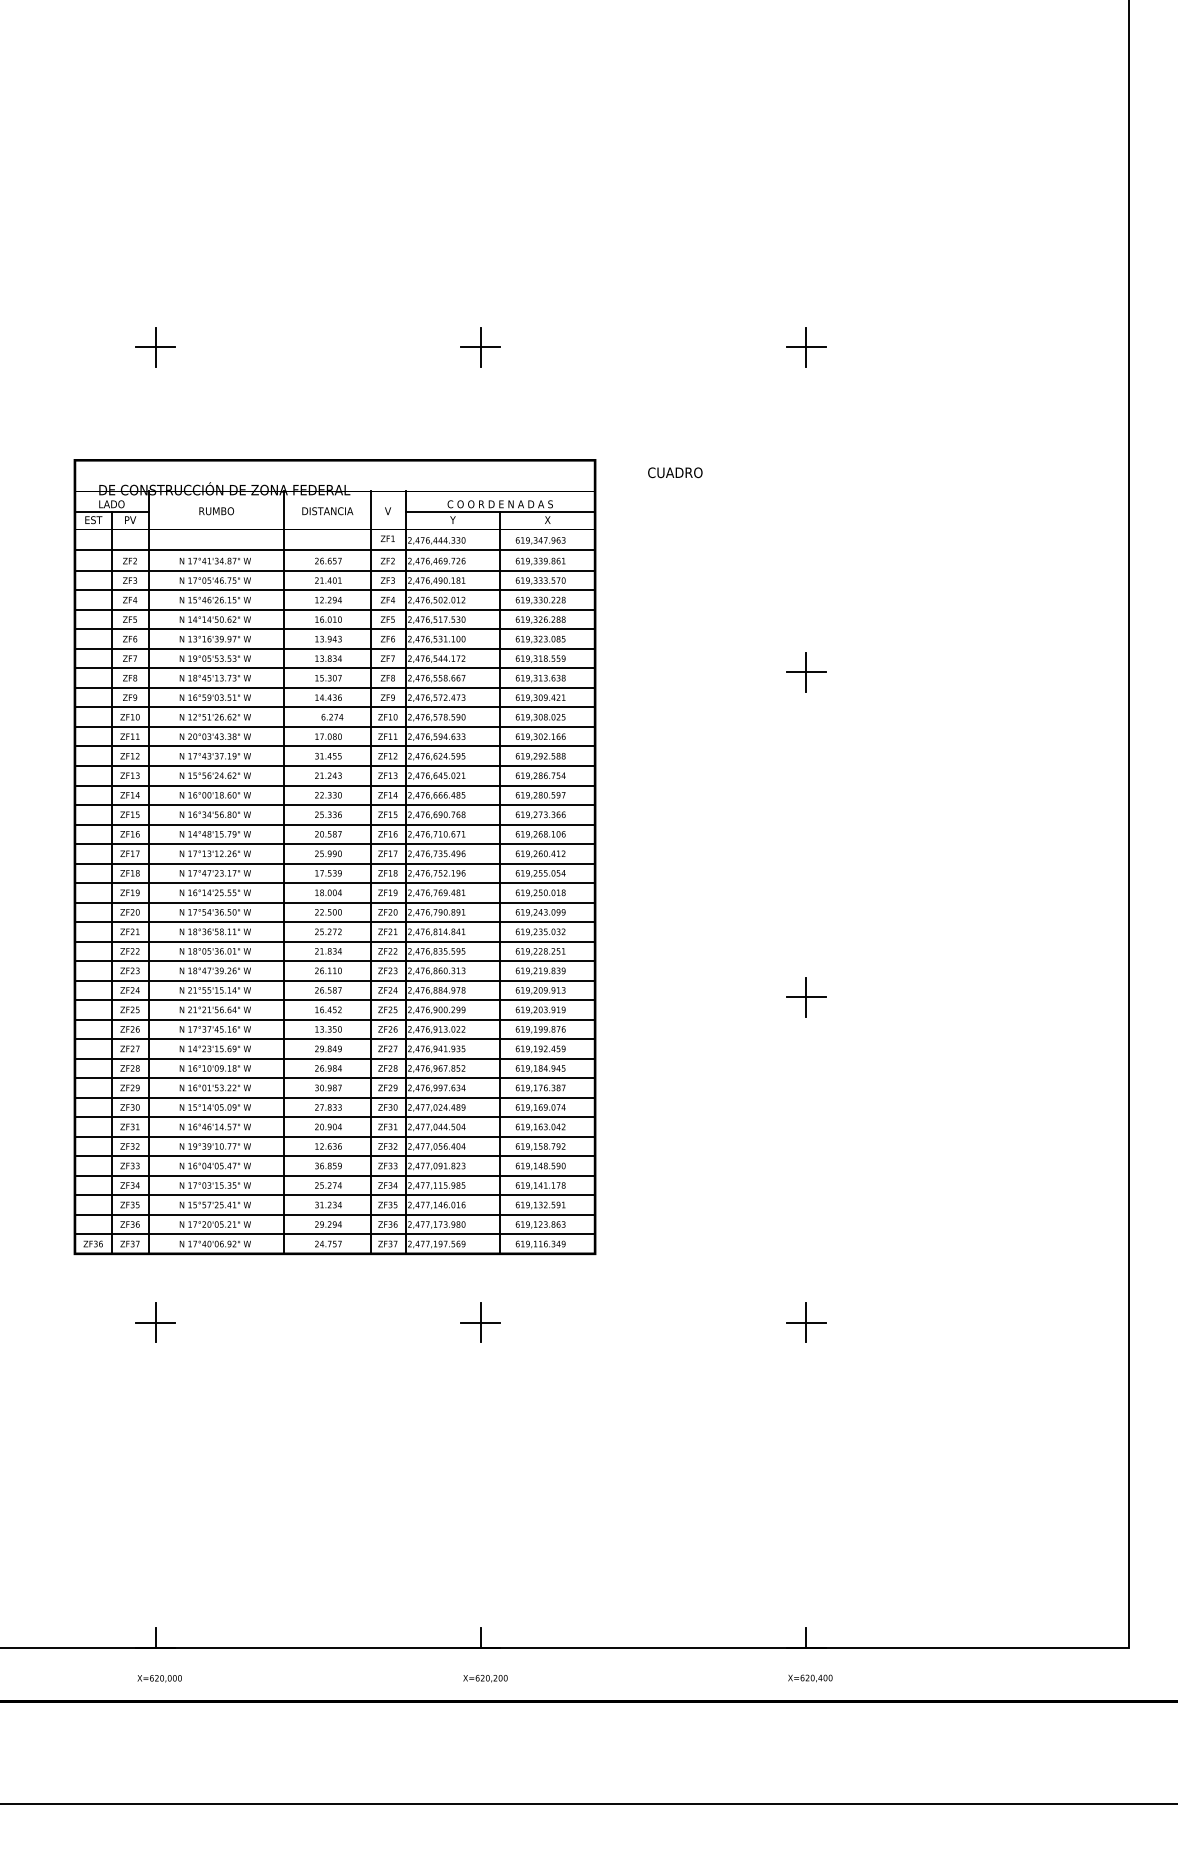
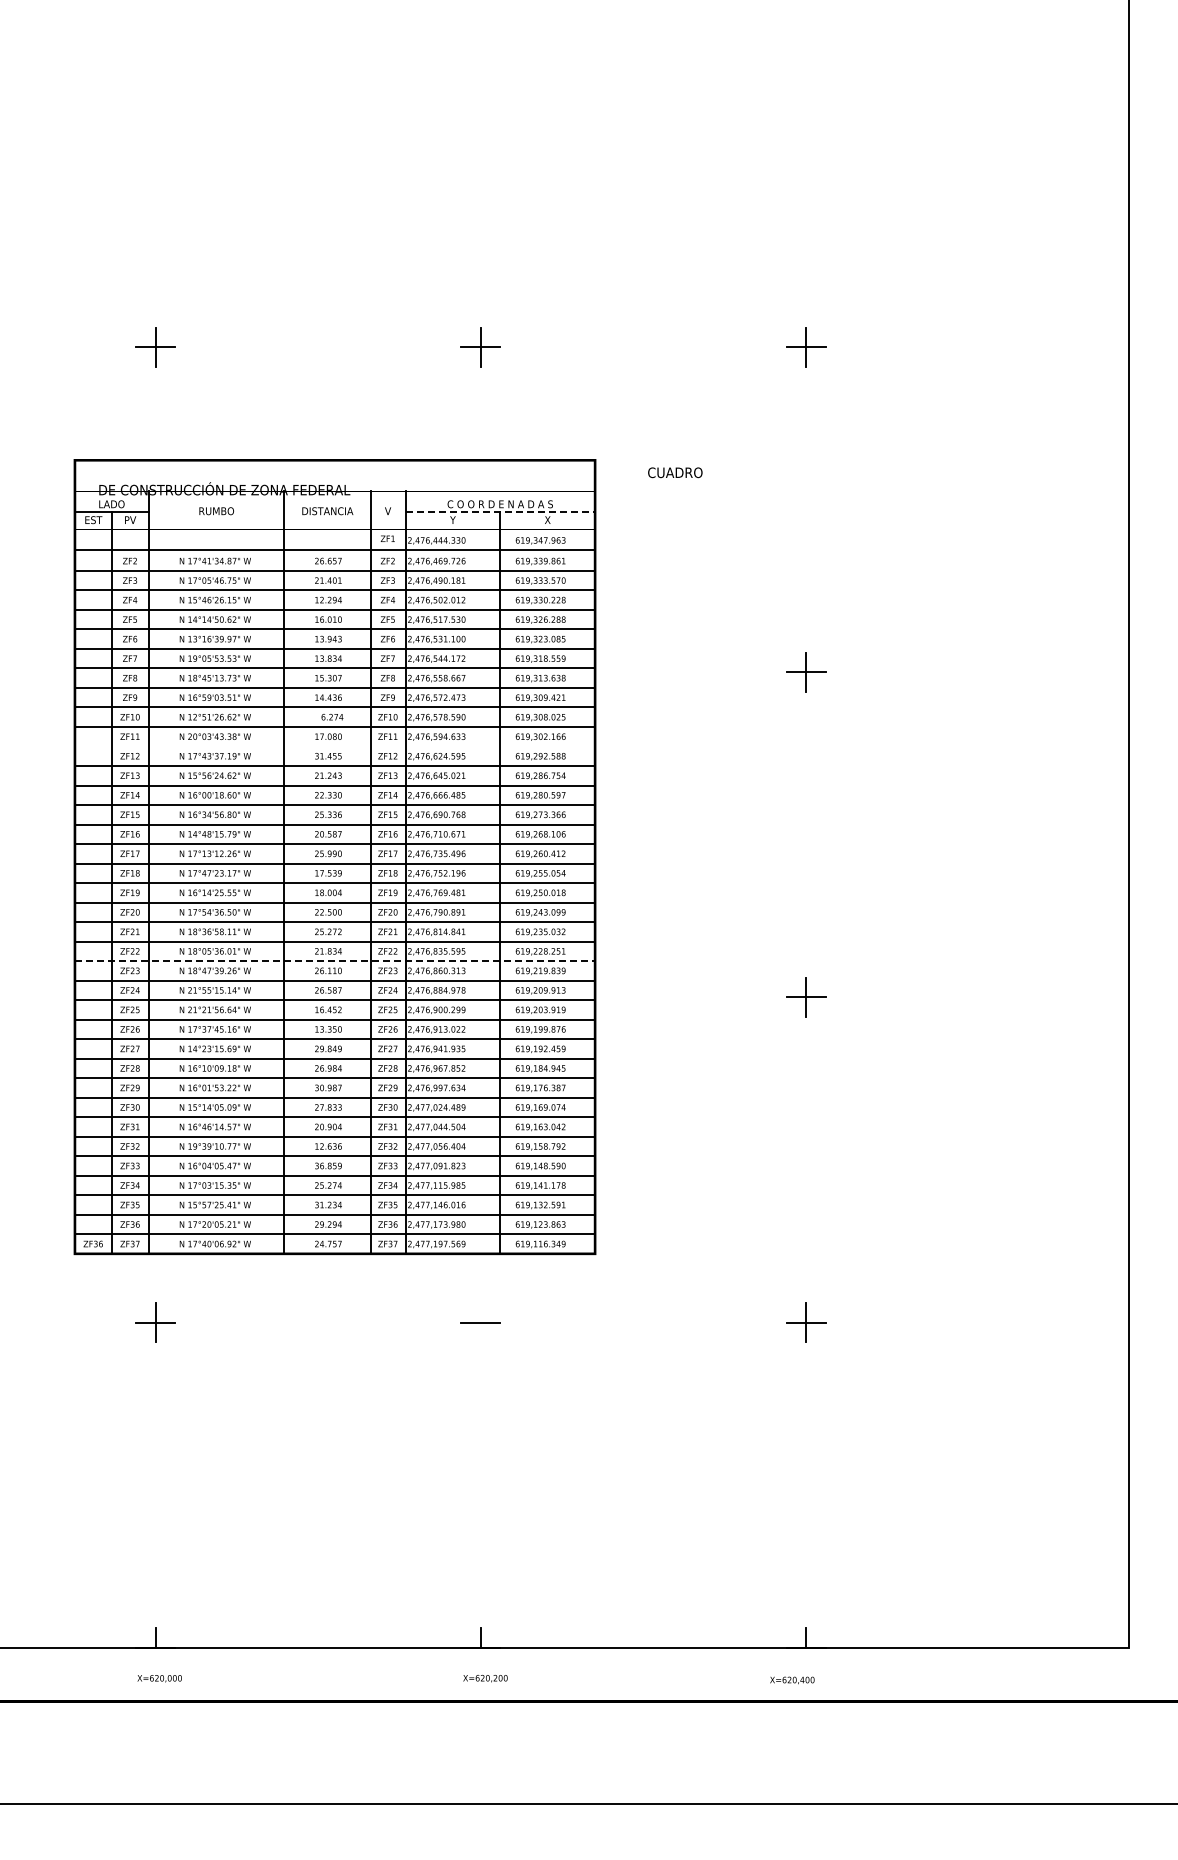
line at (500, 512): solid -> dashed
line at (334, 746): present -> none
line at (335, 961): solid -> dashed
line at (480, 1322): present -> none
text at (810, 1678) position: (810, 1678) -> (792, 1680)
